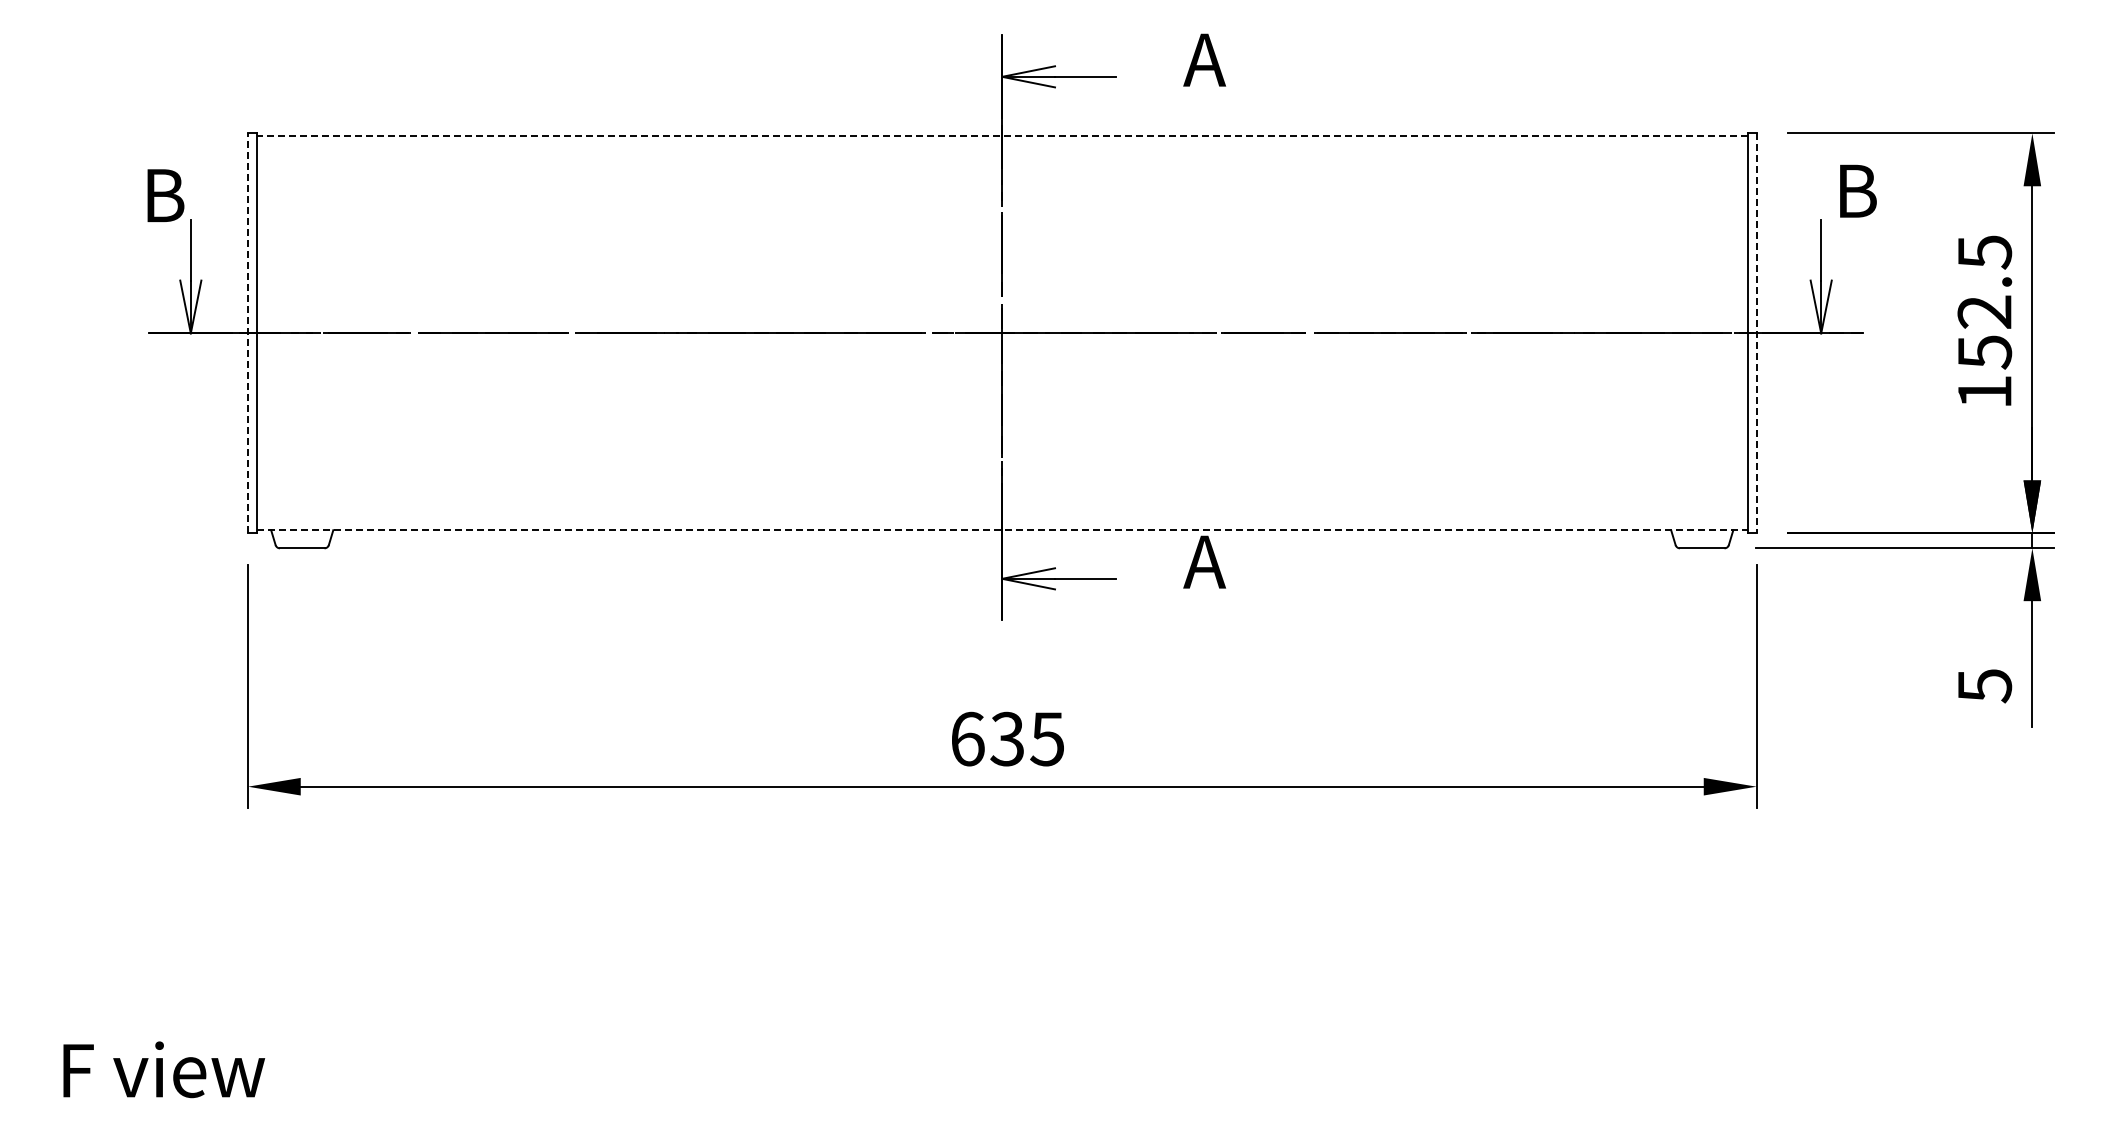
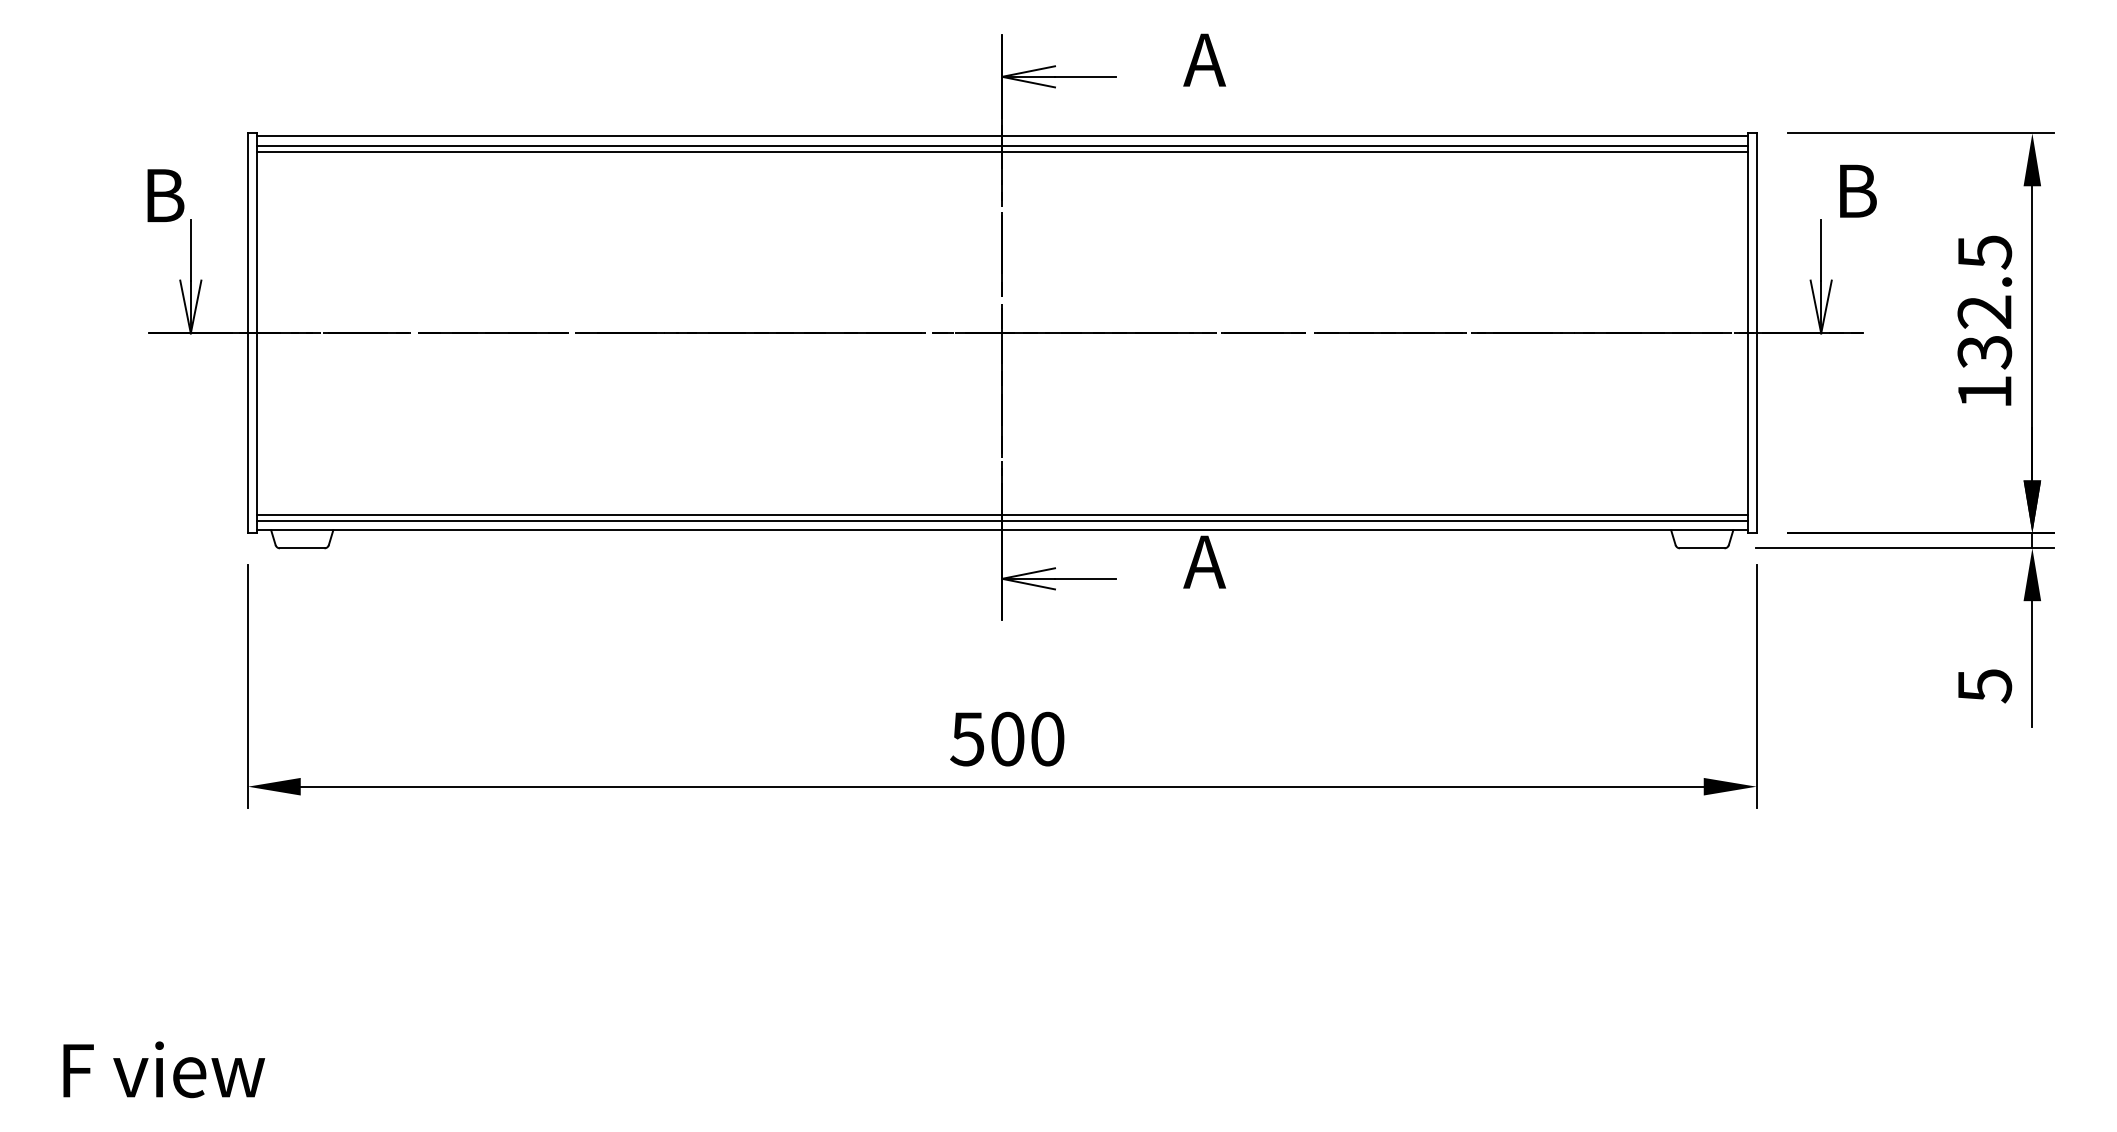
line at (1001, 136): dashed -> solid
line at (1001, 145): none -> present
line at (1001, 151): none -> present
line at (247, 333): dashed -> solid
line at (1756, 333): dashed -> solid
text at (1984, 352): 152.5 -> 132.5
line at (1001, 515): none -> present
line at (1001, 521): none -> present
line at (1002, 530): dashed -> solid
text at (1007, 738): 635 -> 500
